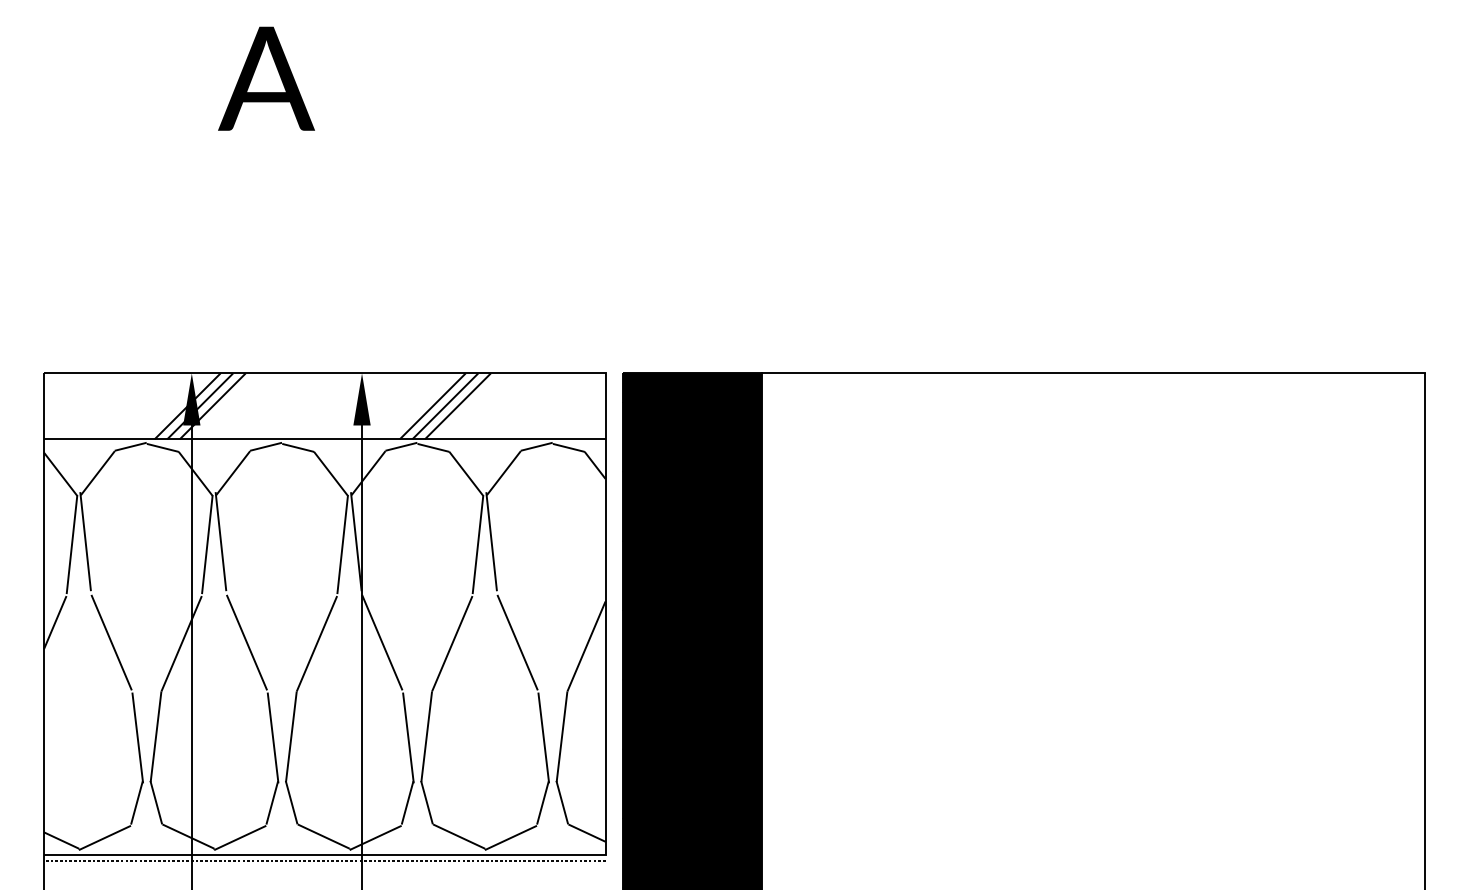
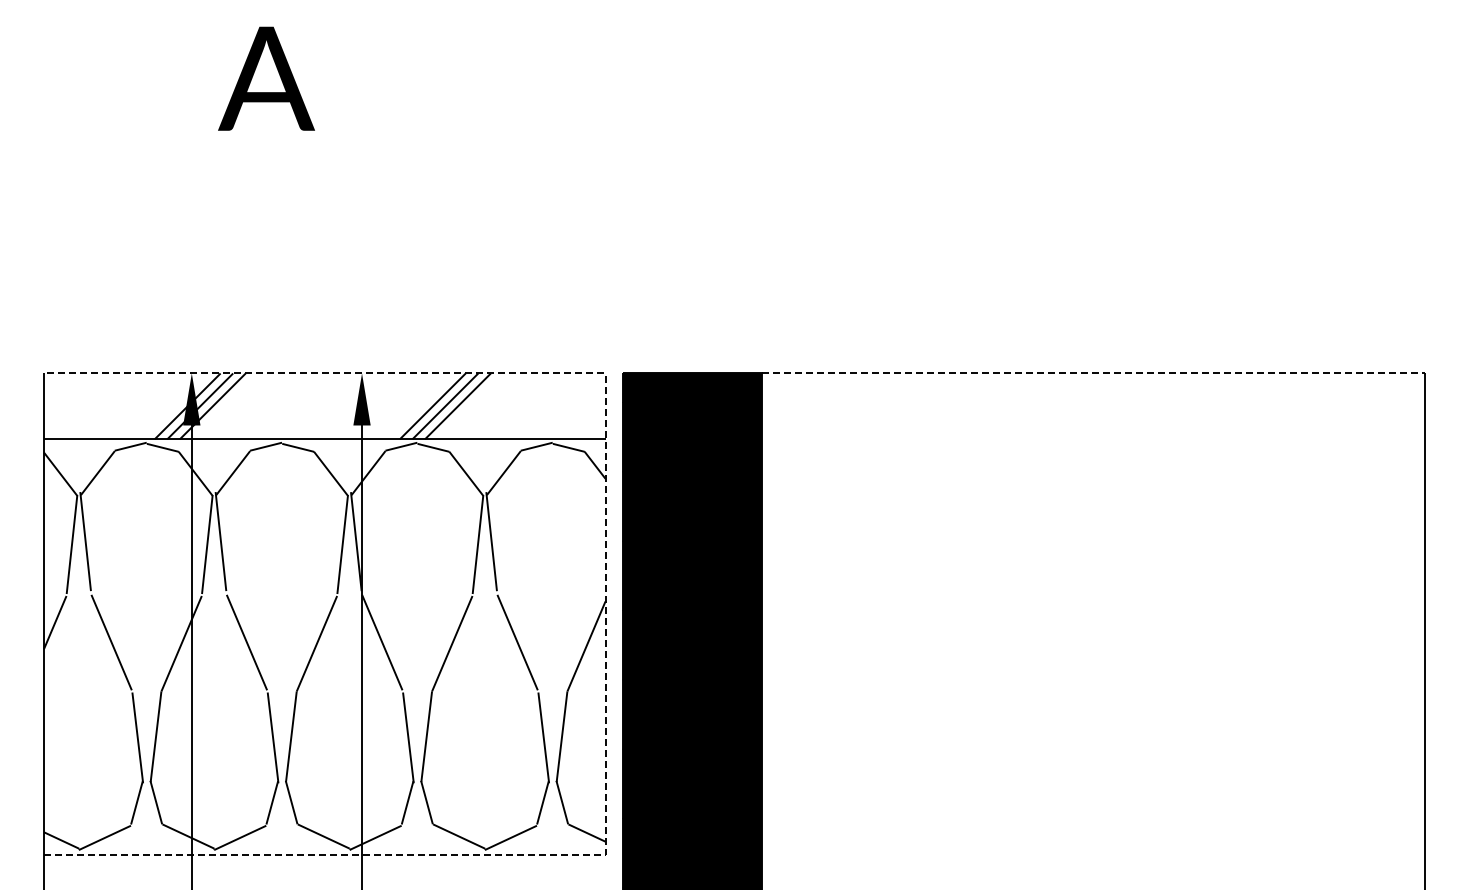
line at (1093, 373): solid -> dashed
line at (605, 614): solid -> dashed
line at (324, 860): present -> none
